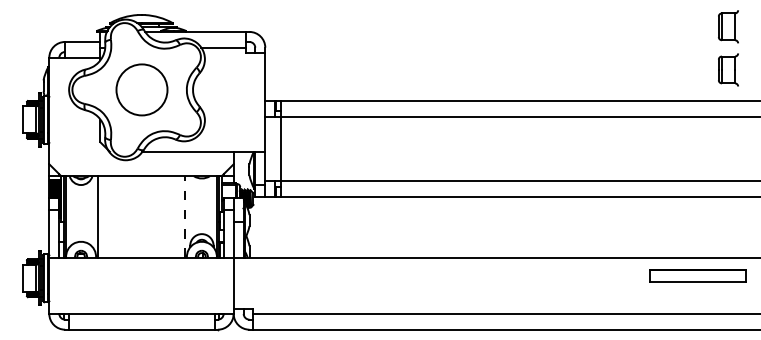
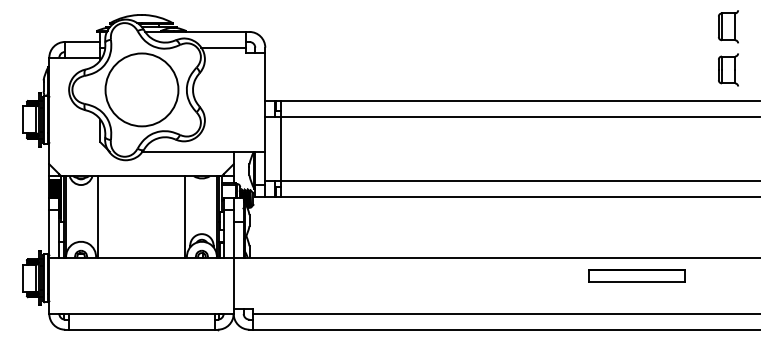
circle at (141, 89) diameter: 51 px -> 73 px
line at (184, 217): dashed -> solid
part at (697, 275) position: (697, 275) -> (636, 275)
